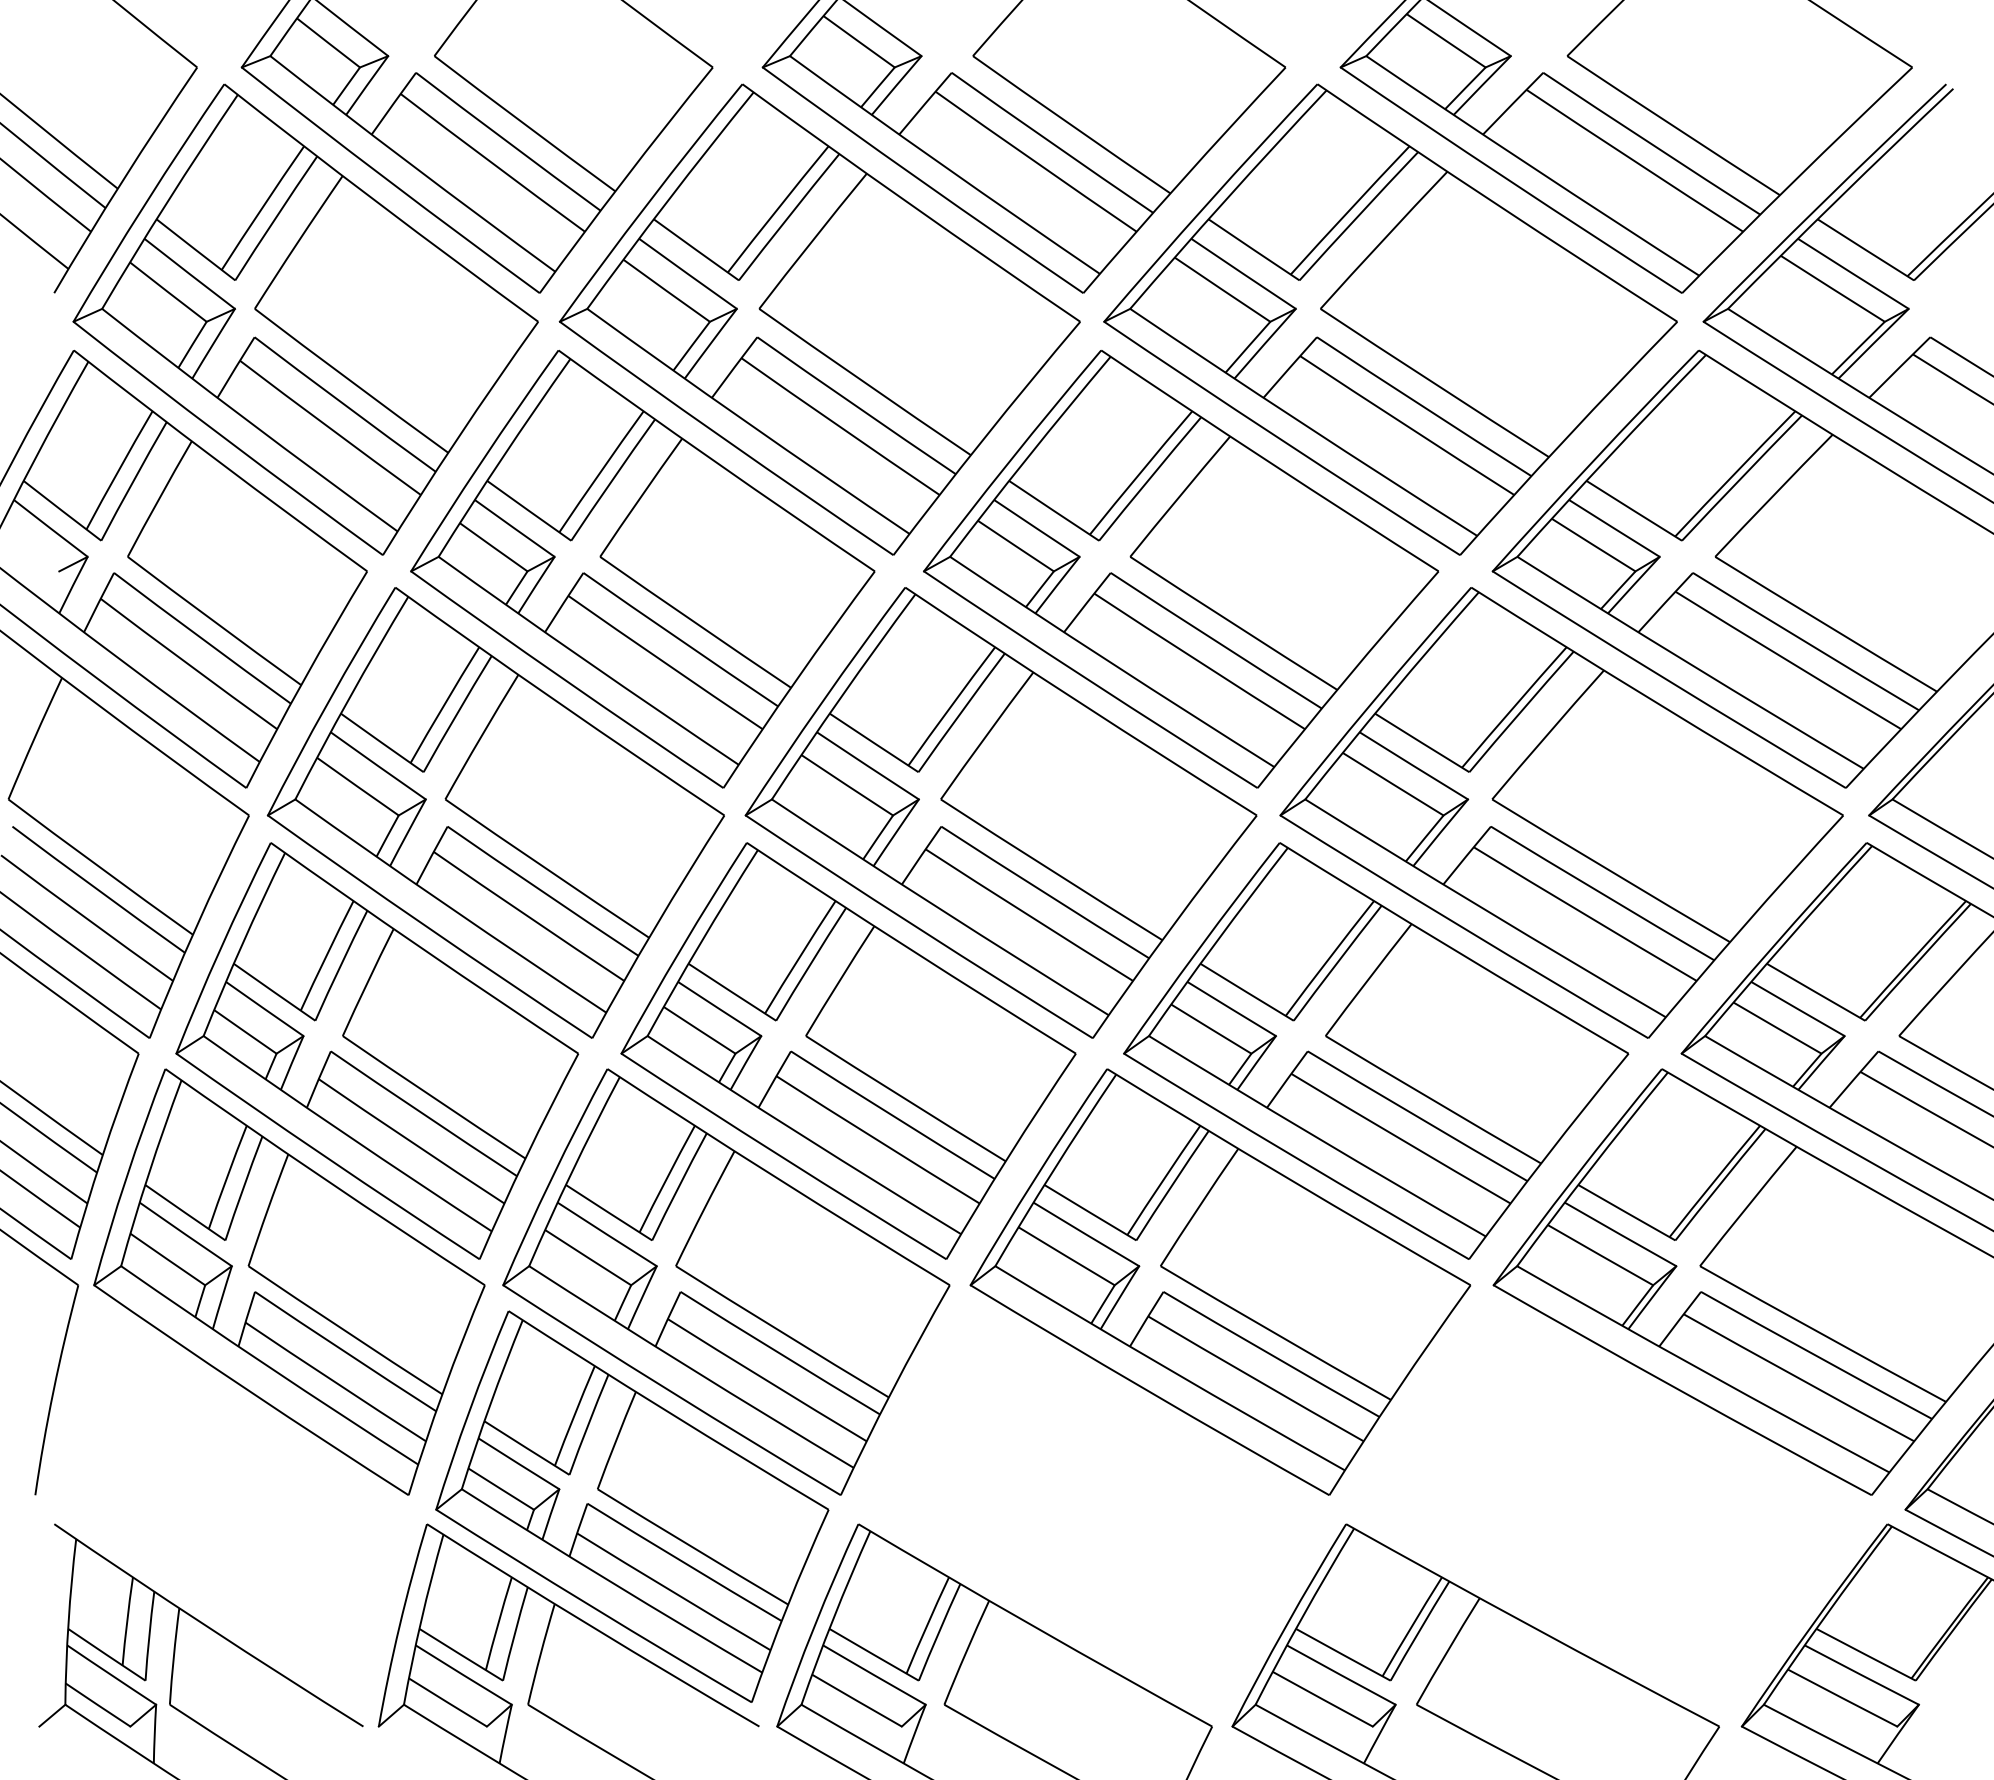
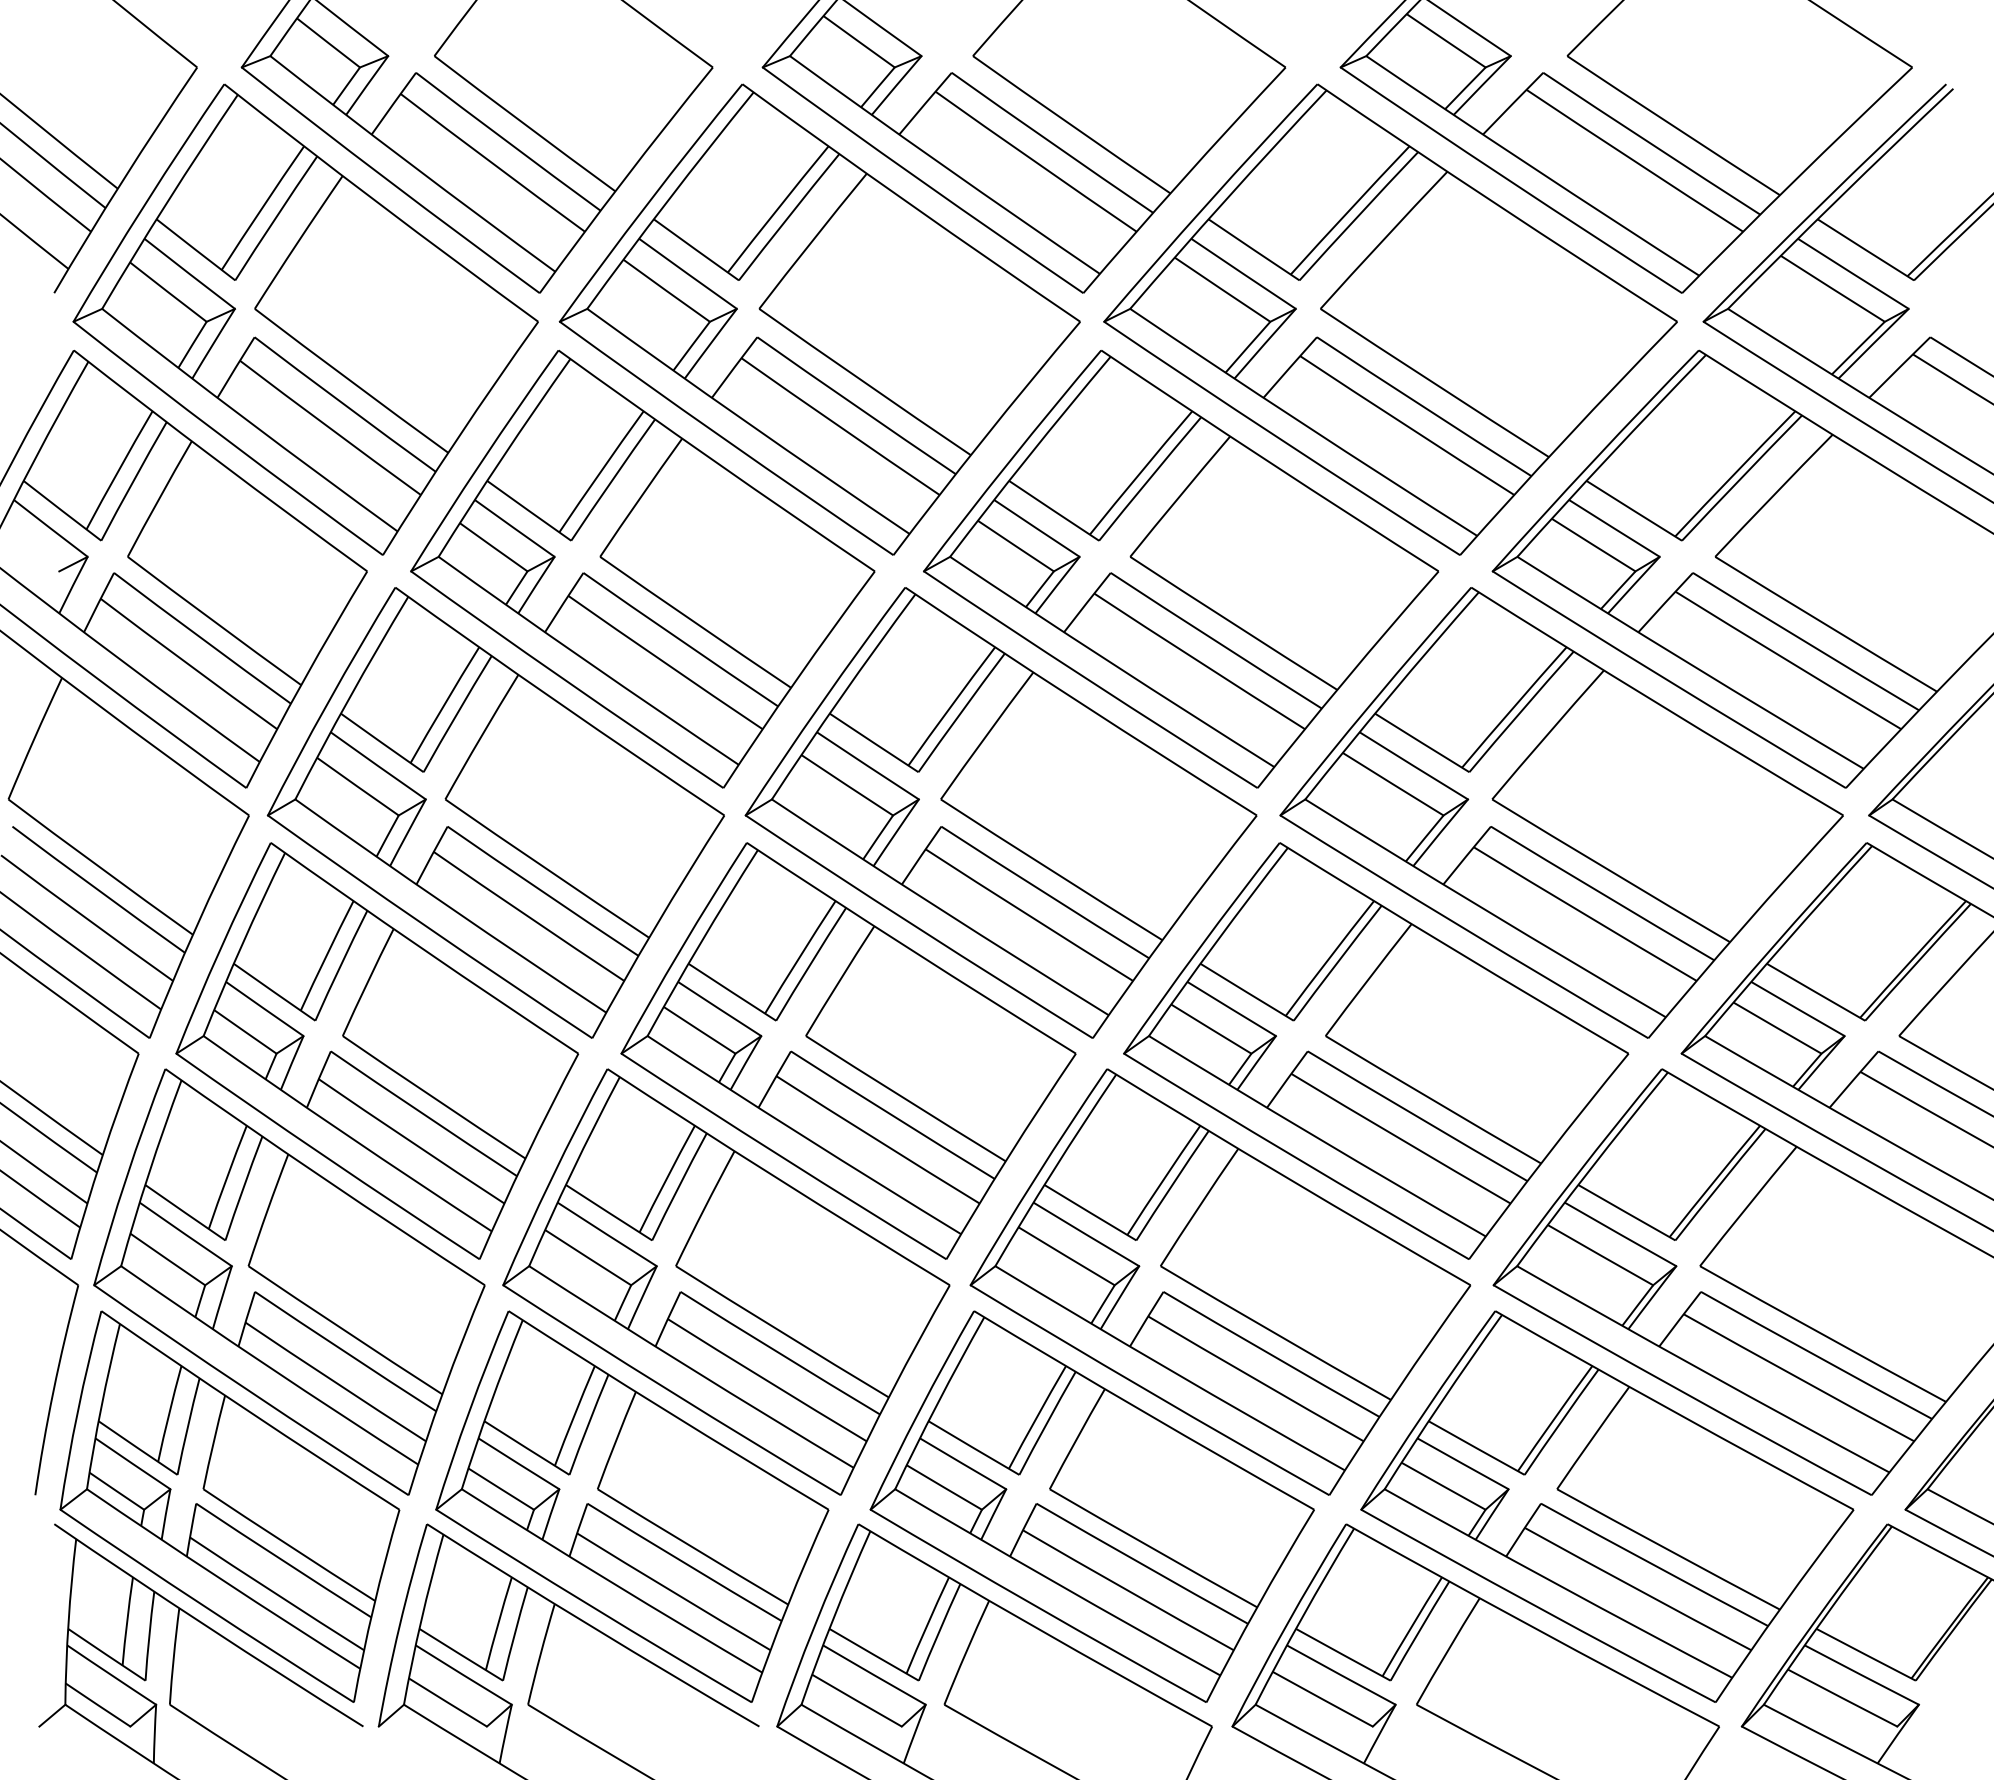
part at (229, 1506): none -> present
part at (1091, 1506): none -> present
part at (1607, 1506): none -> present
